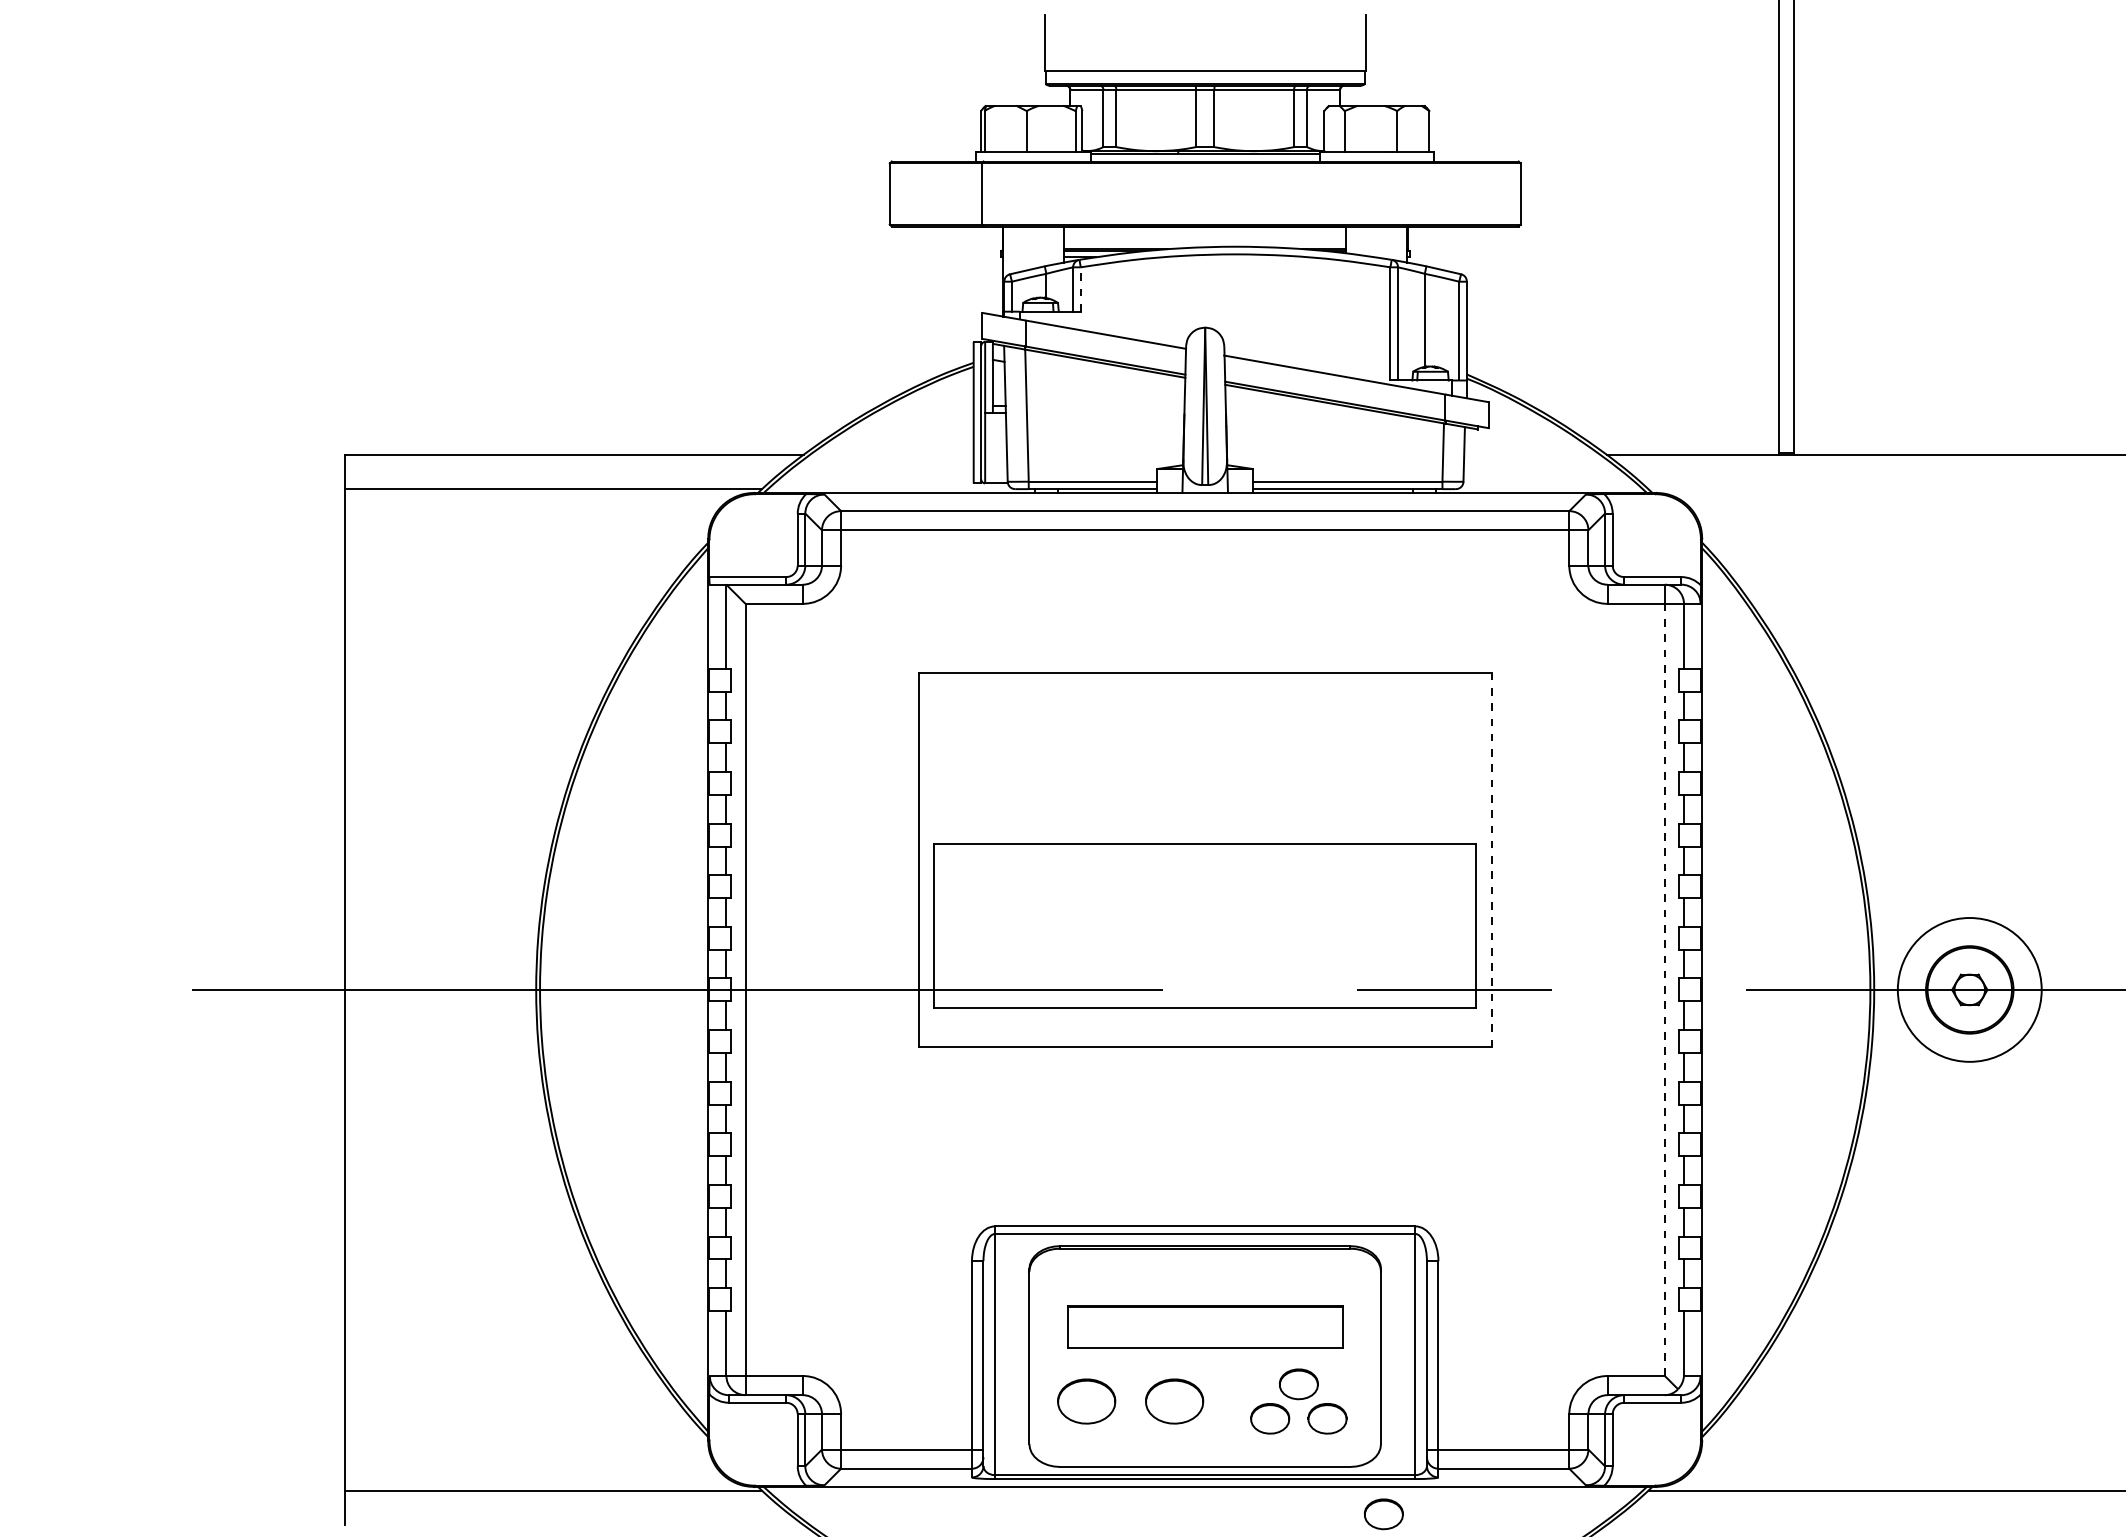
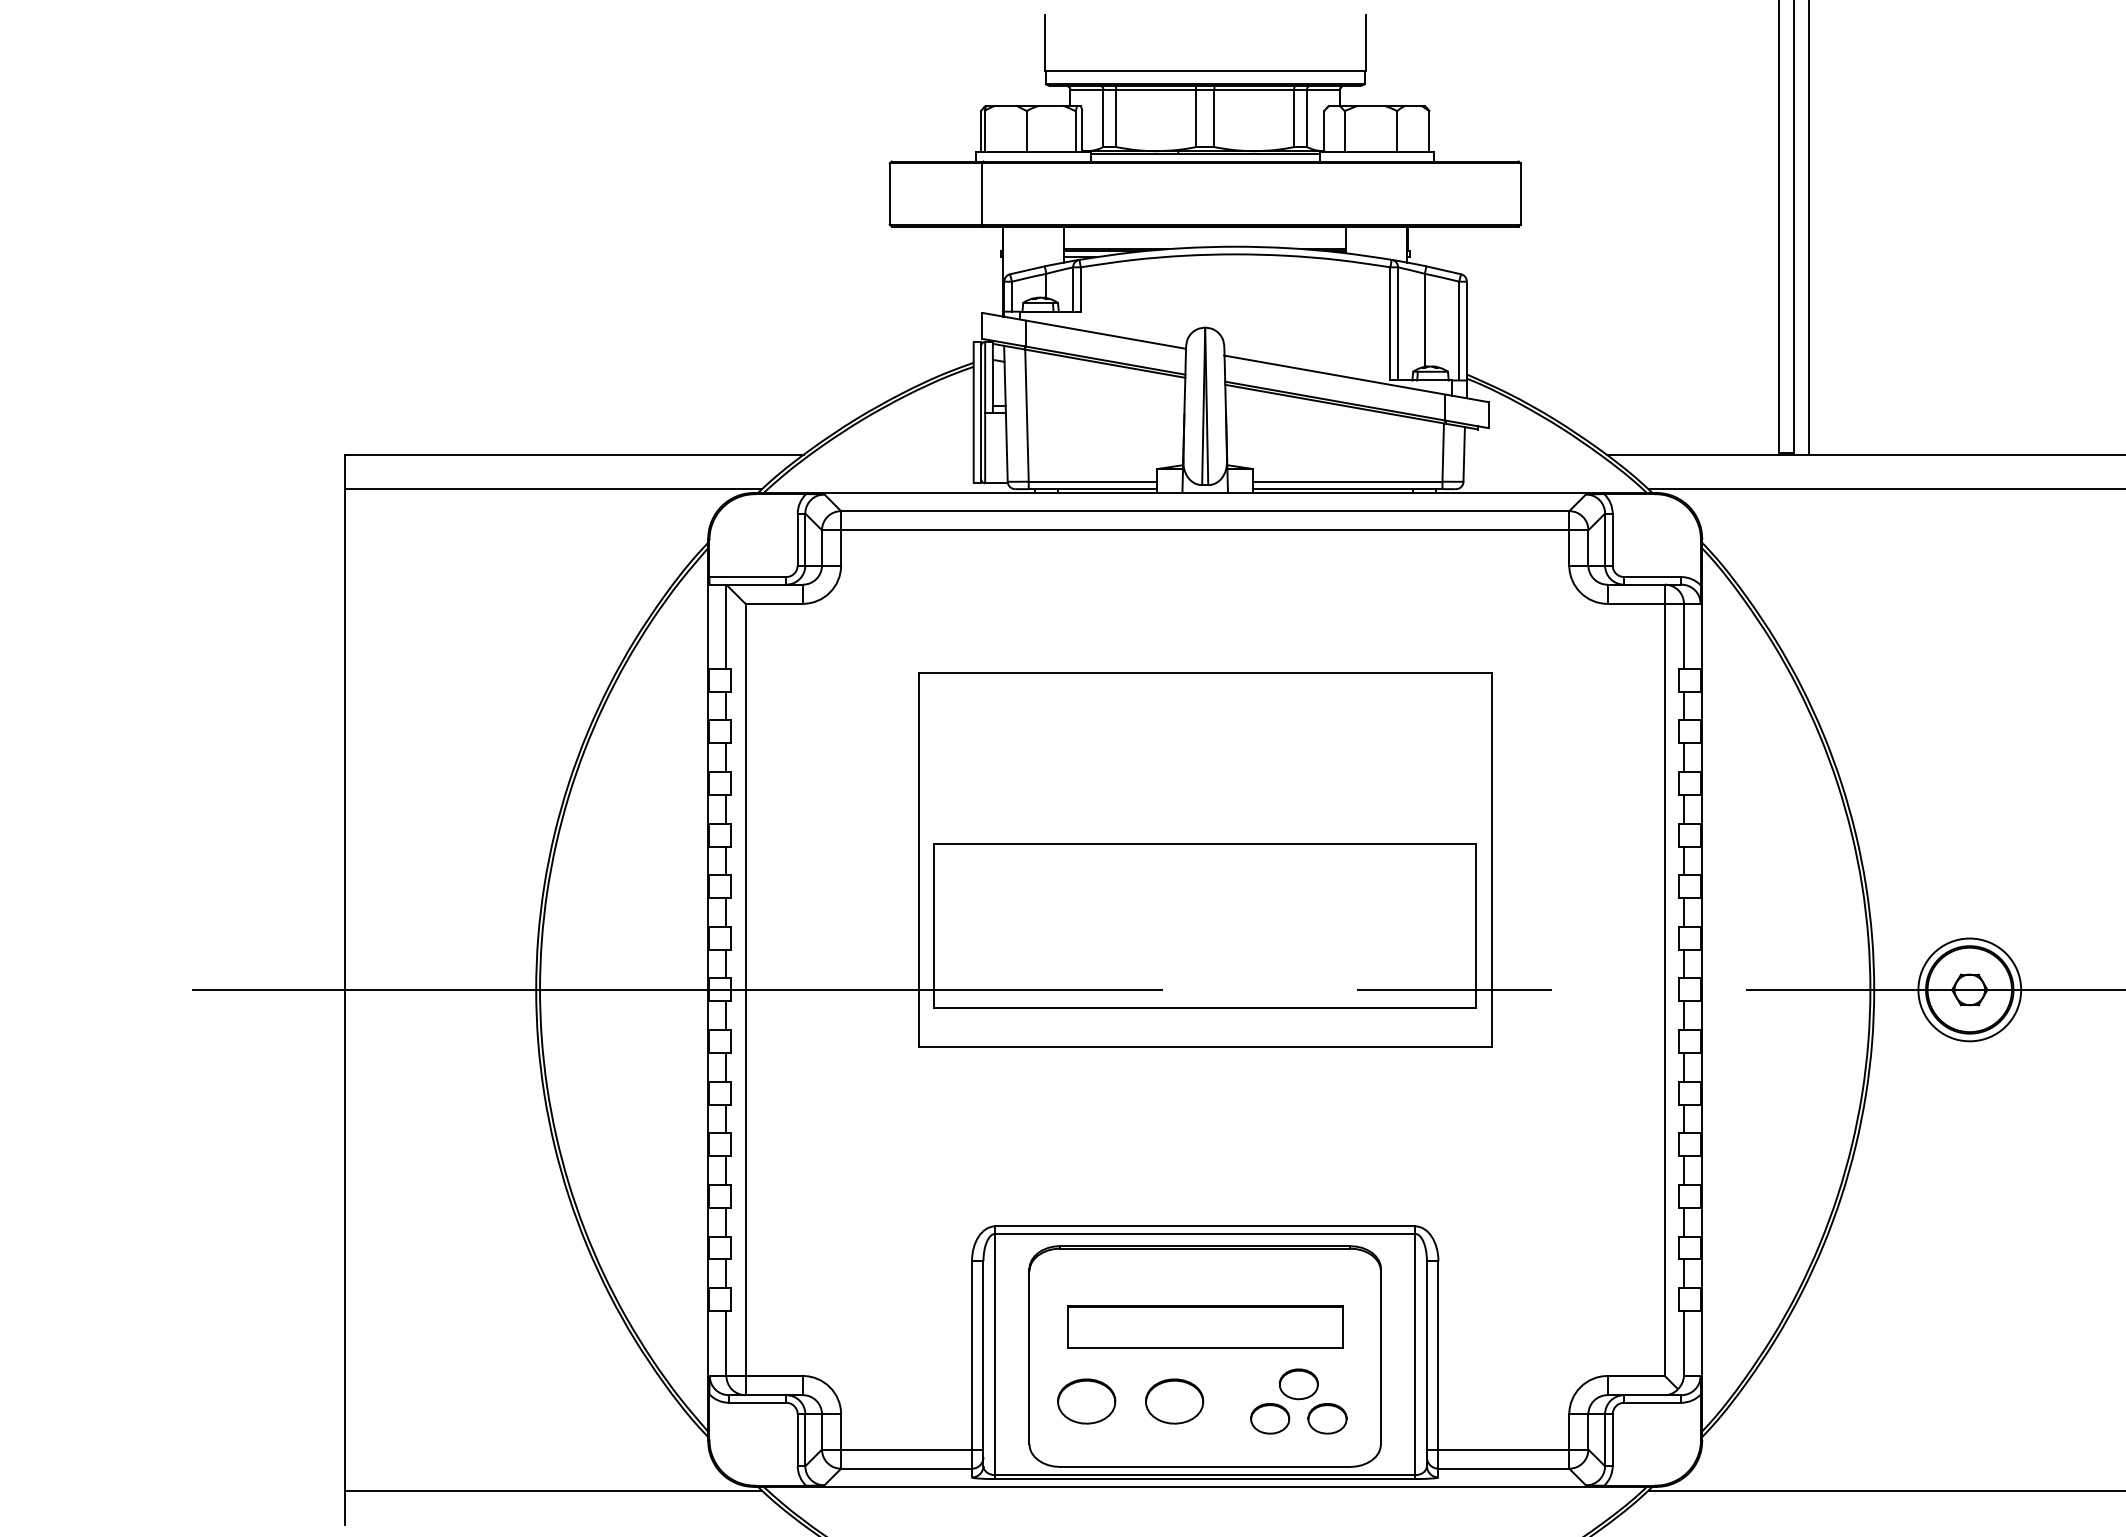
line at (1809, 228): none -> present
line at (1080, 289): dashed -> solid
line at (1885, 489): none -> present
line at (1491, 859): dashed -> solid
line at (1664, 989): dashed -> solid
circle at (1969, 989) diameter: 144 px -> 103 px
part at (1383, 1514): present -> none
